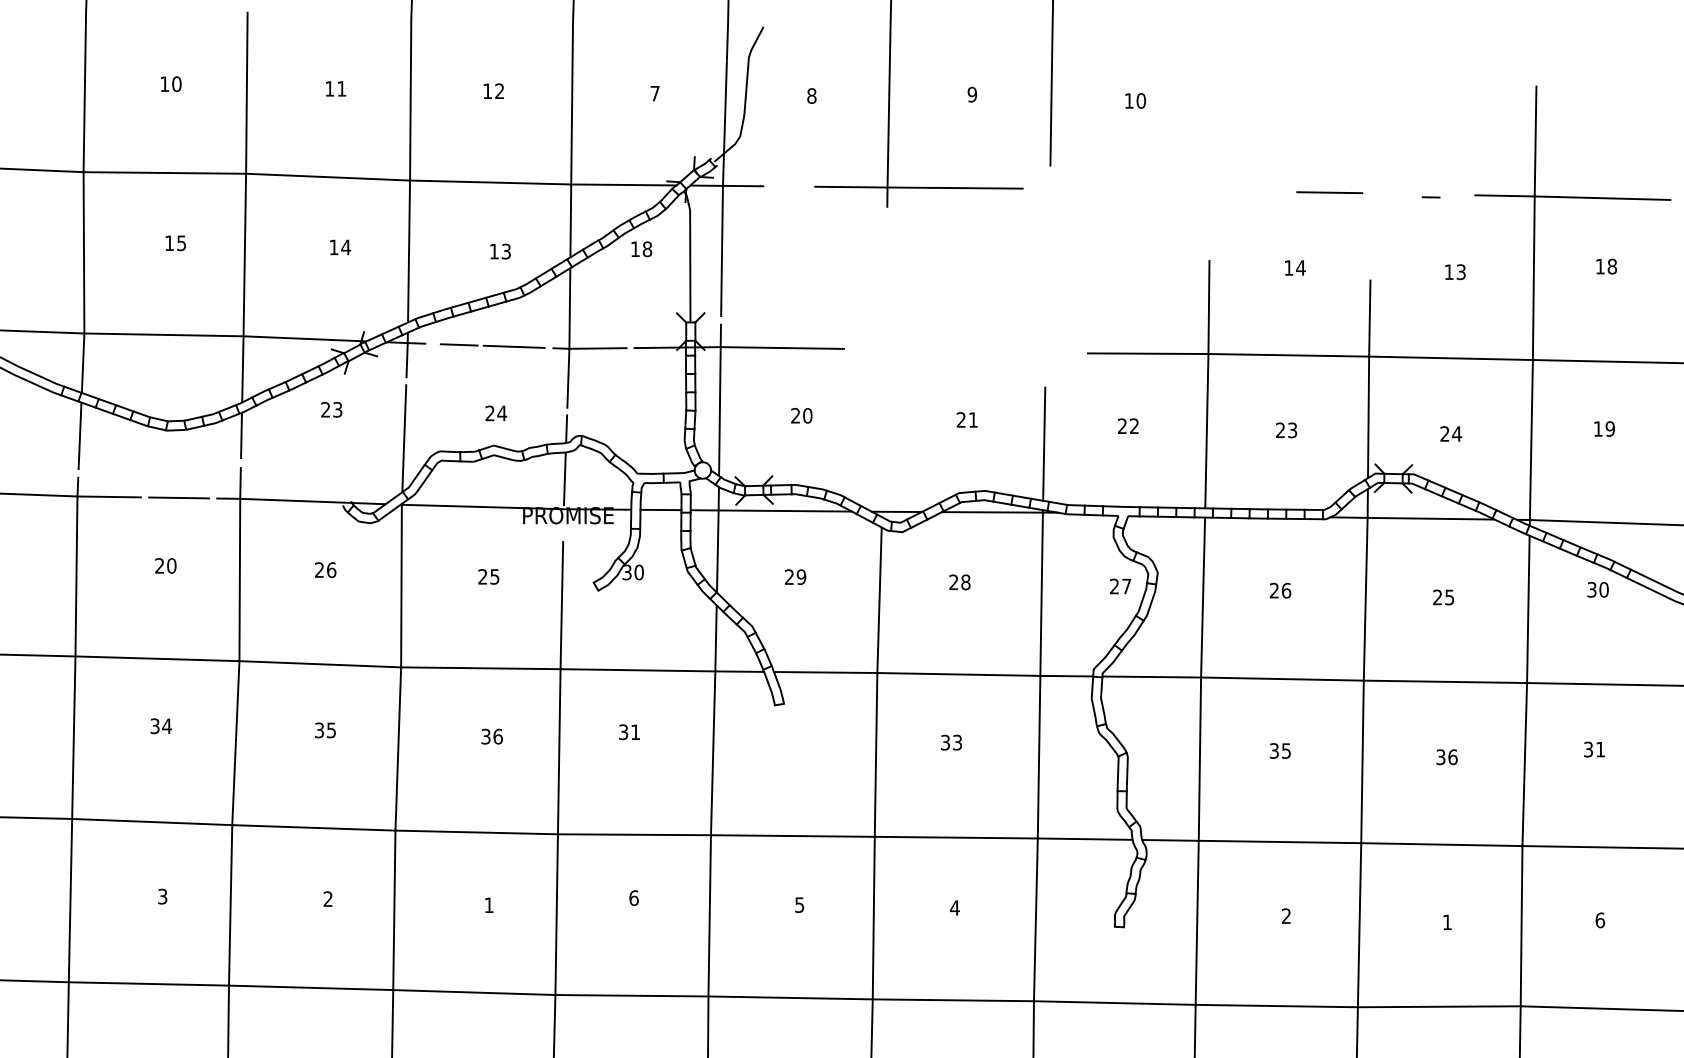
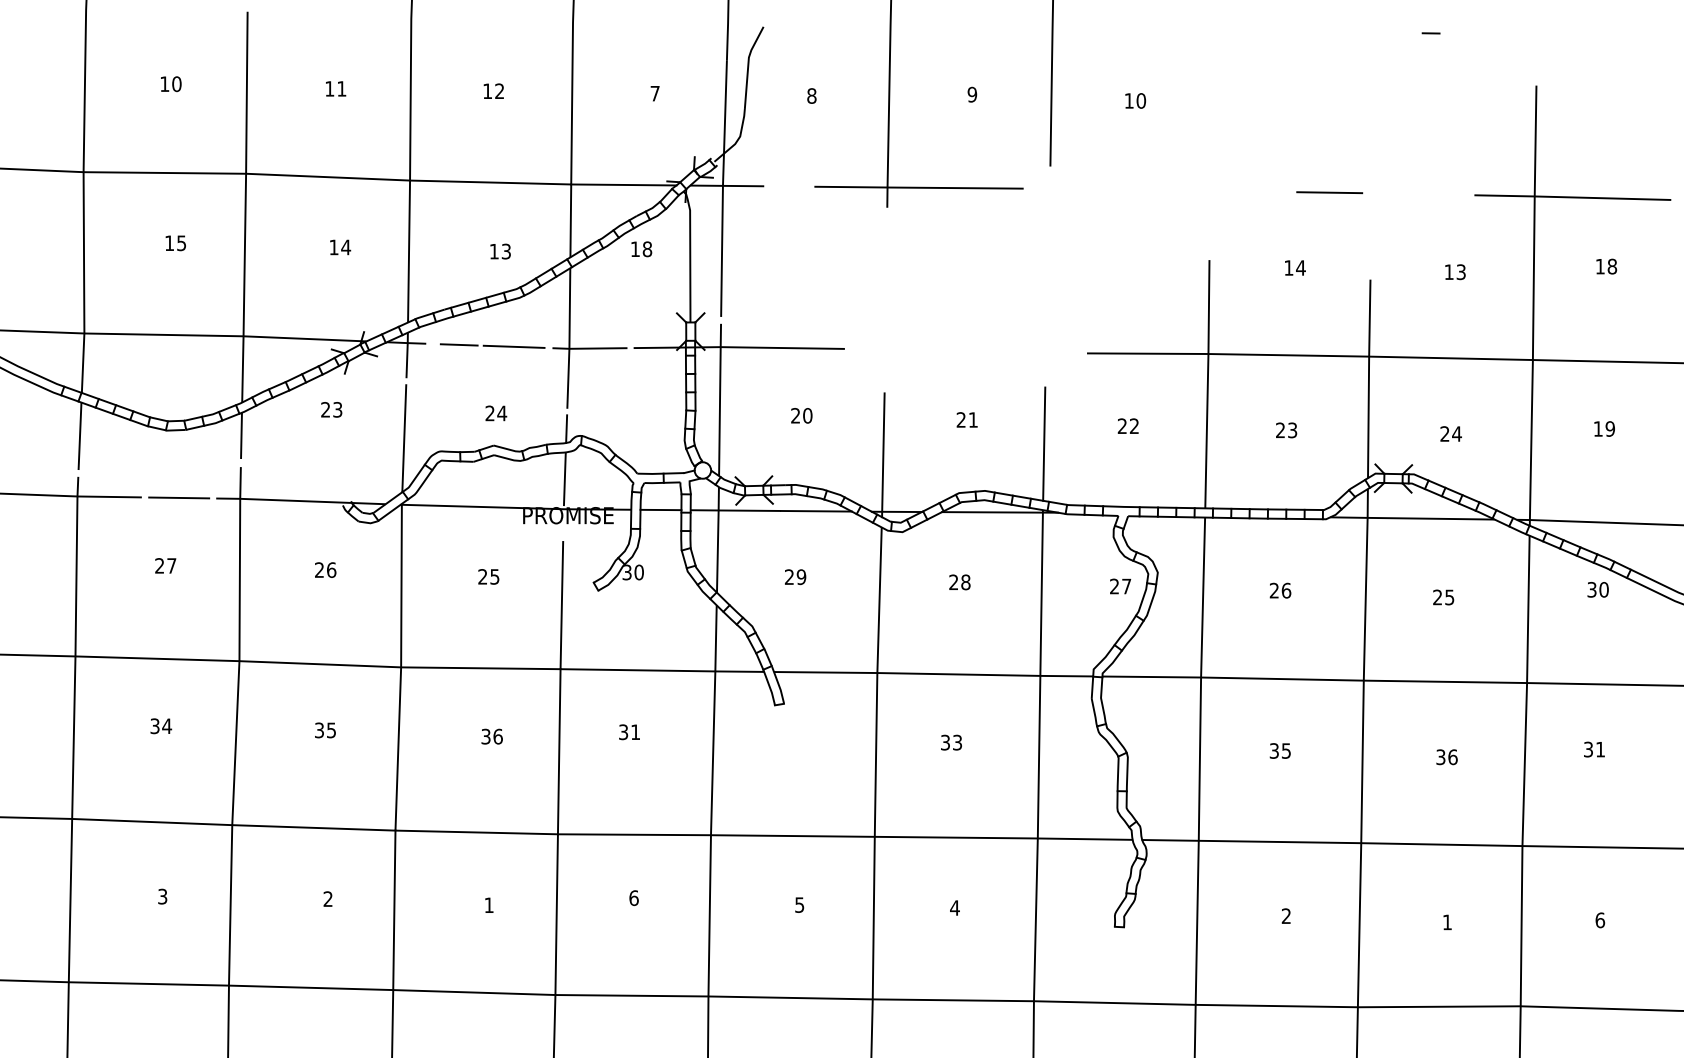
line at (1430, 197) position: (1430, 197) -> (1430, 33)
line at (883, 455): none -> present
text at (171, 565): 20 -> 27
